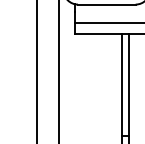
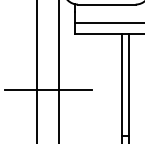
line at (48, 90): none -> present
